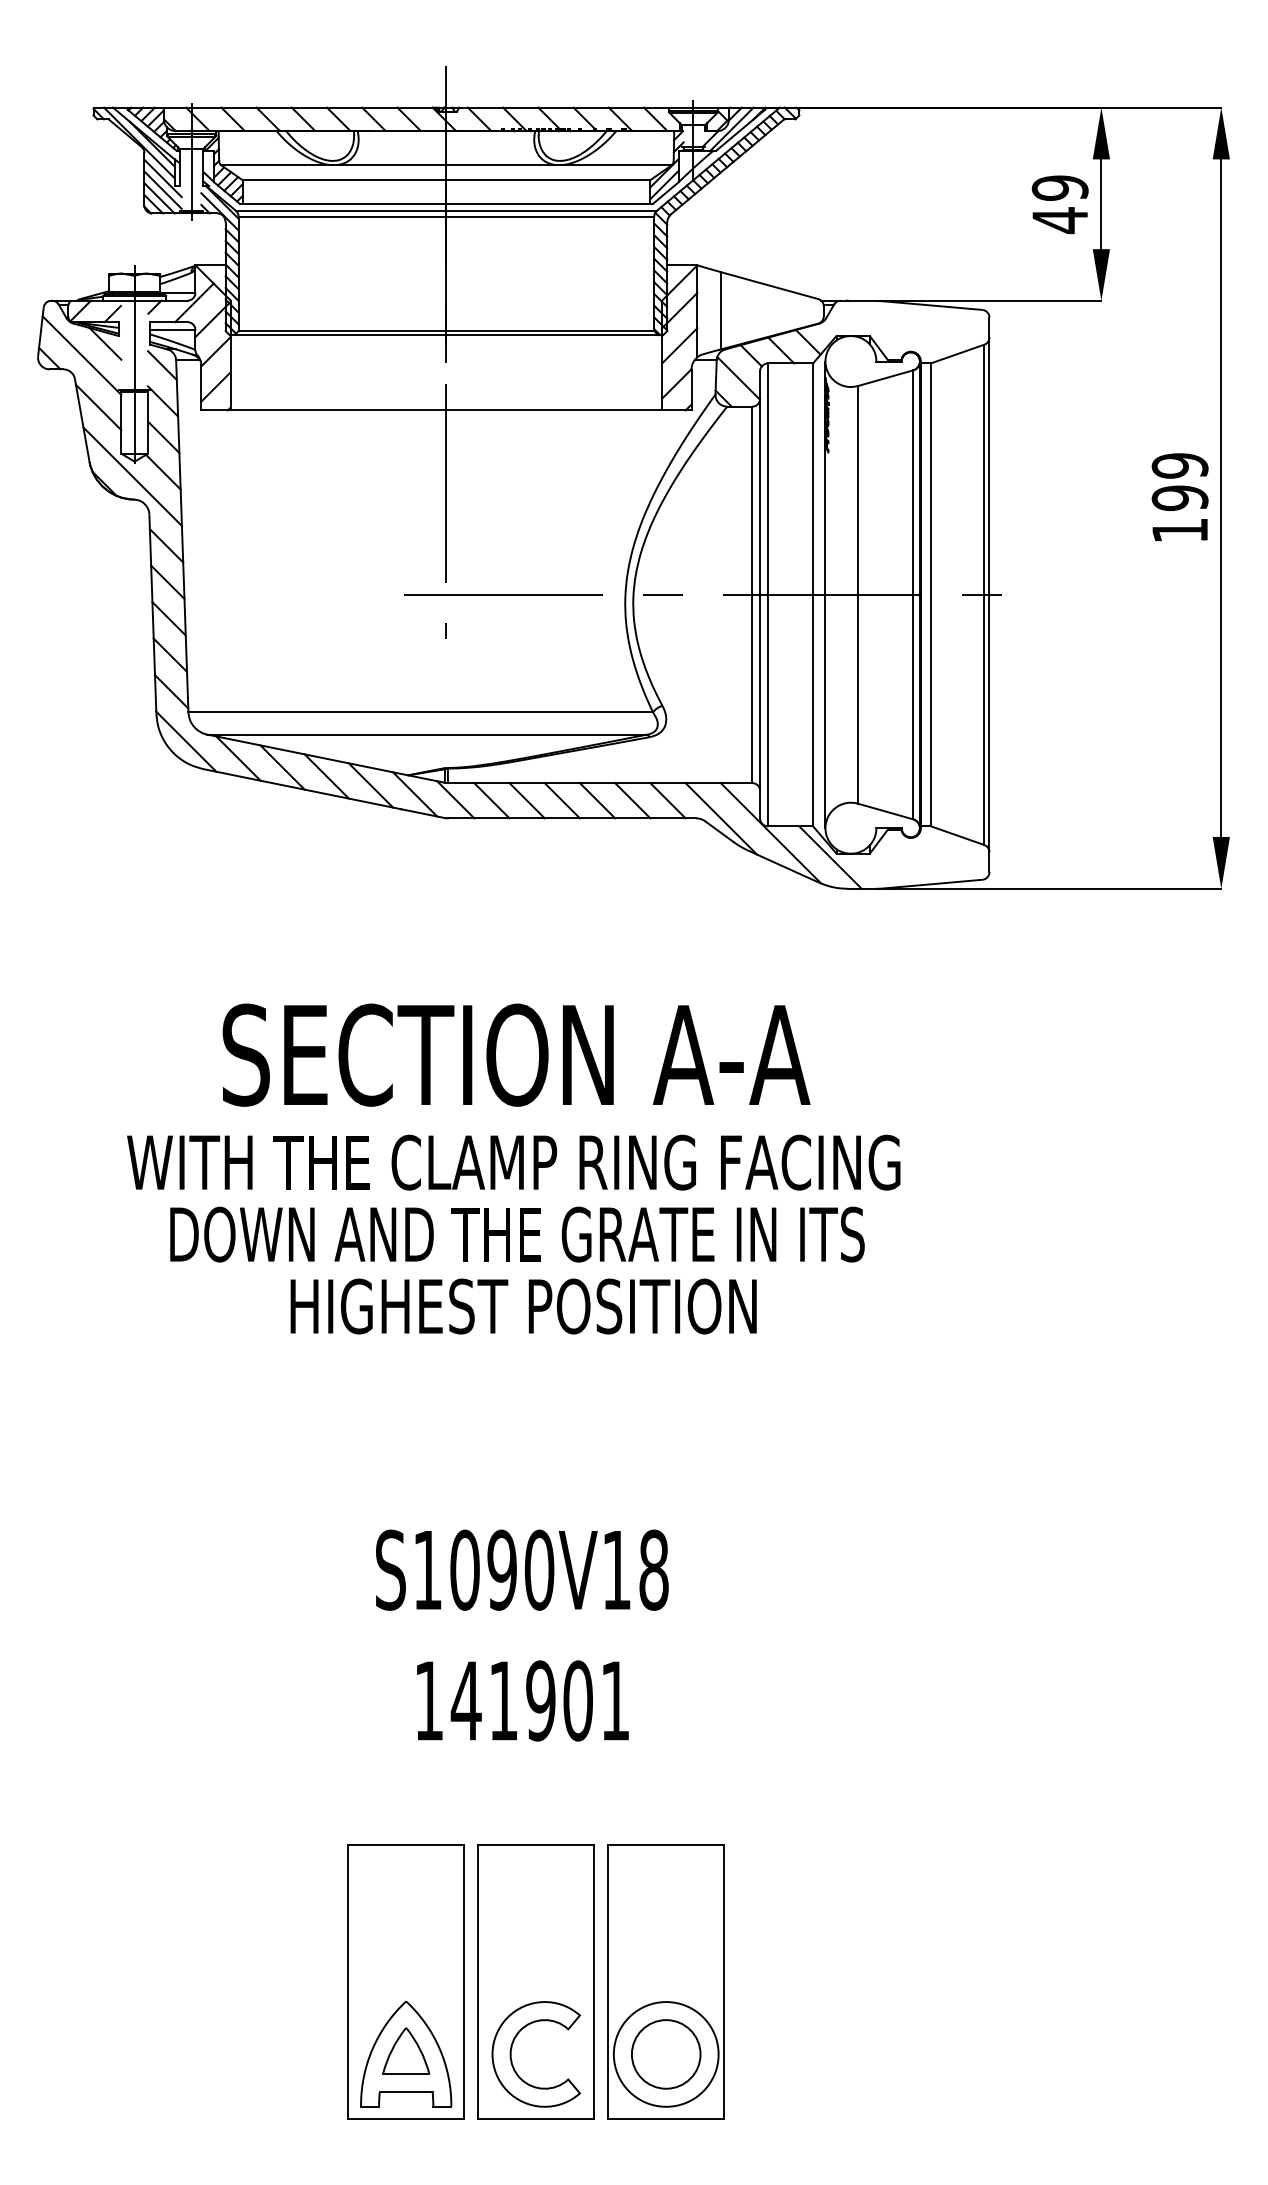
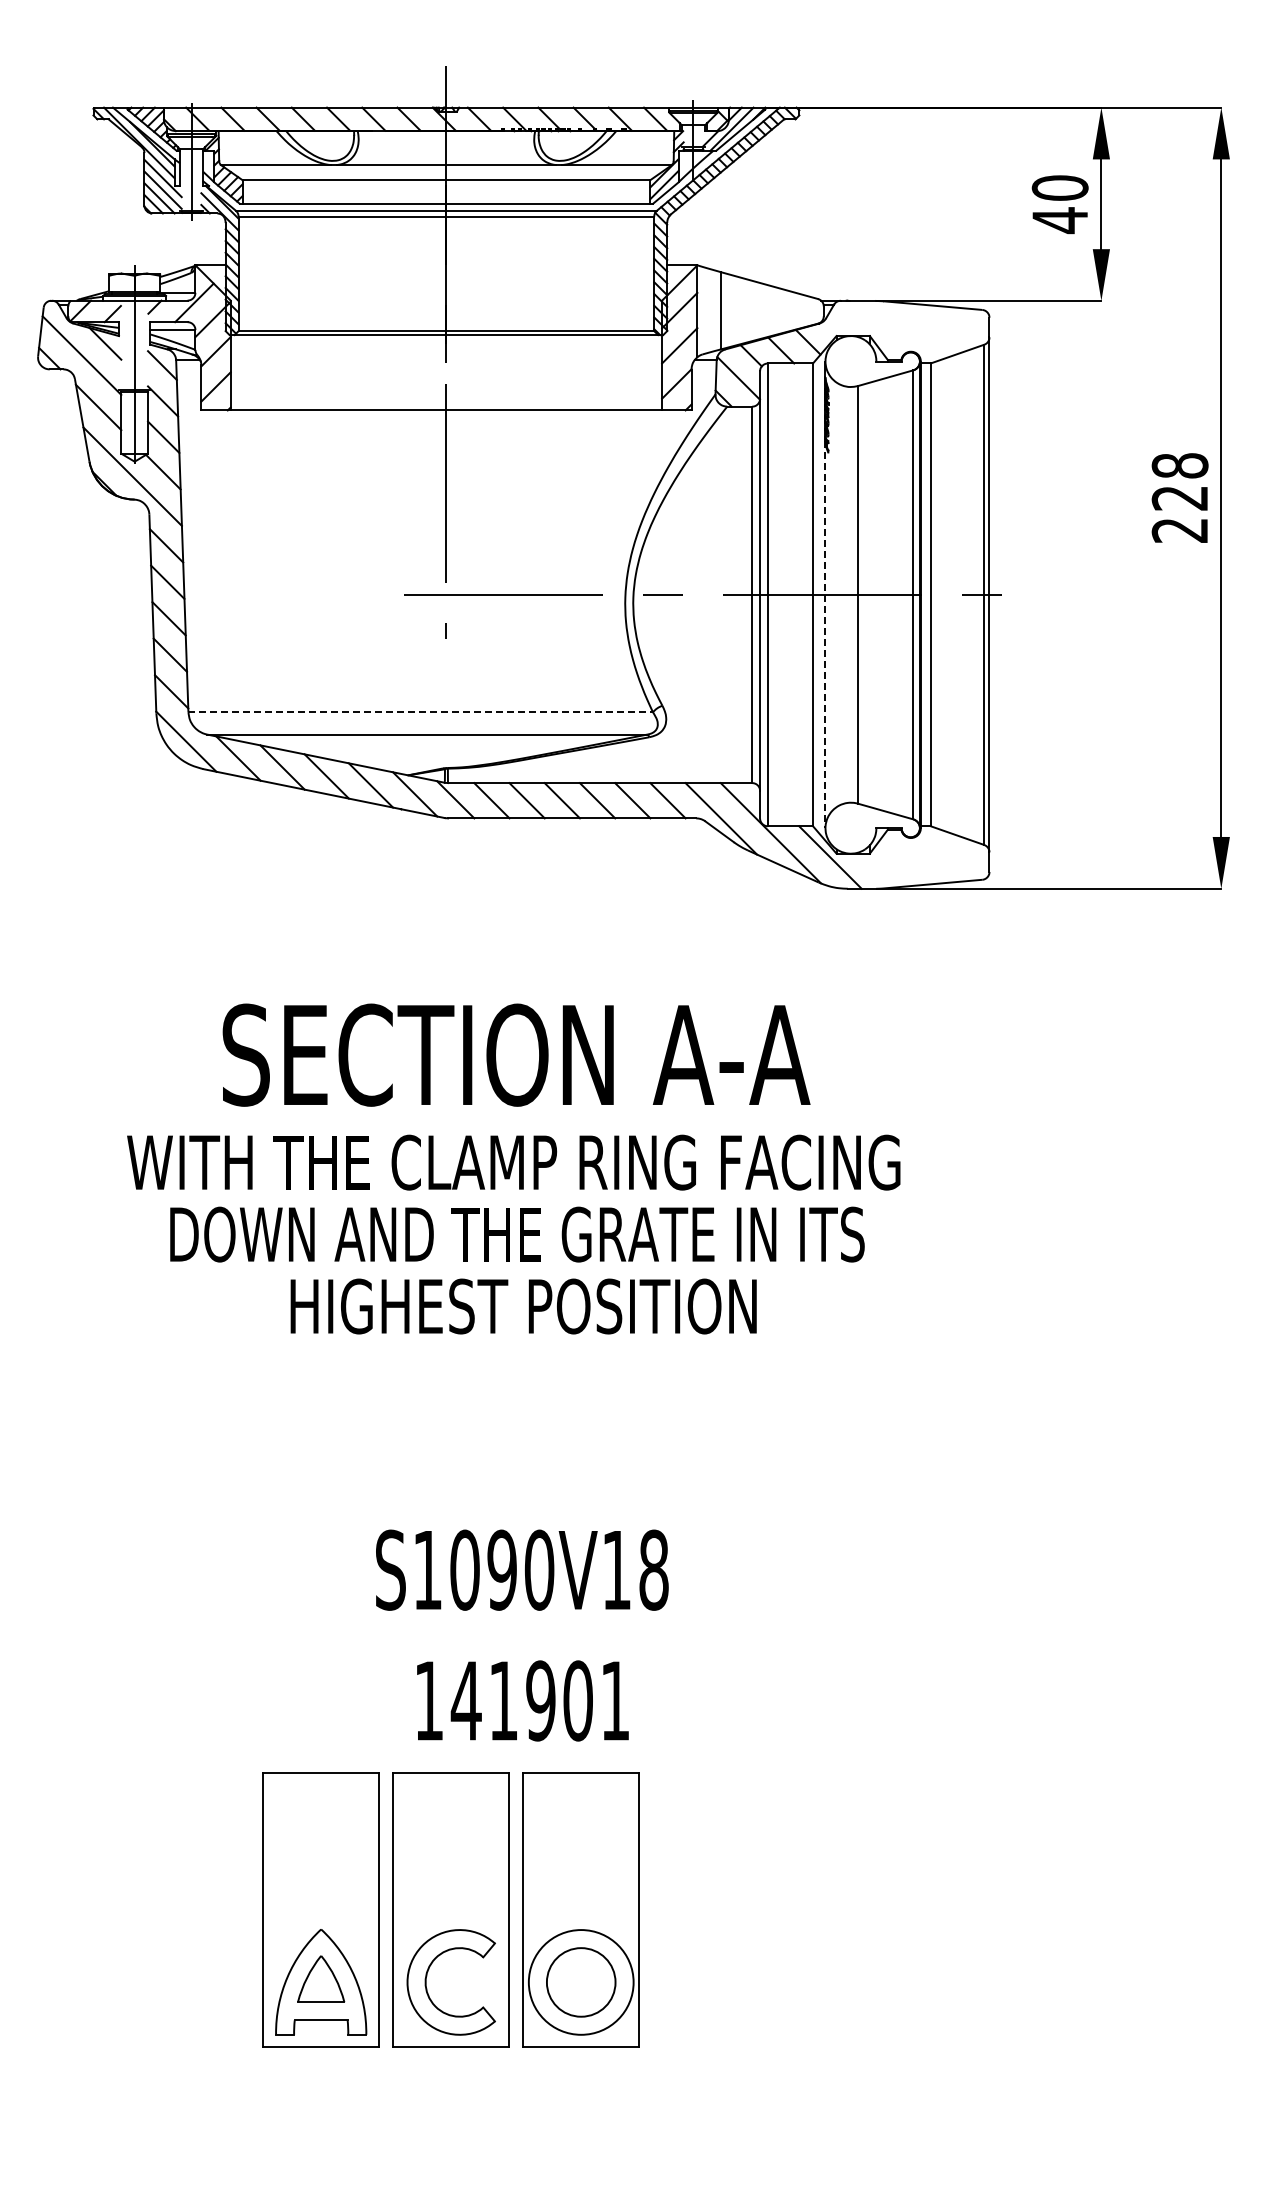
text at (1060, 187): 49 -> 40
text at (1179, 497): 199 -> 228
line at (825, 635): solid -> dashed
line at (421, 712): solid -> dashed
part at (535, 1981) position: (535, 1981) -> (450, 1909)
